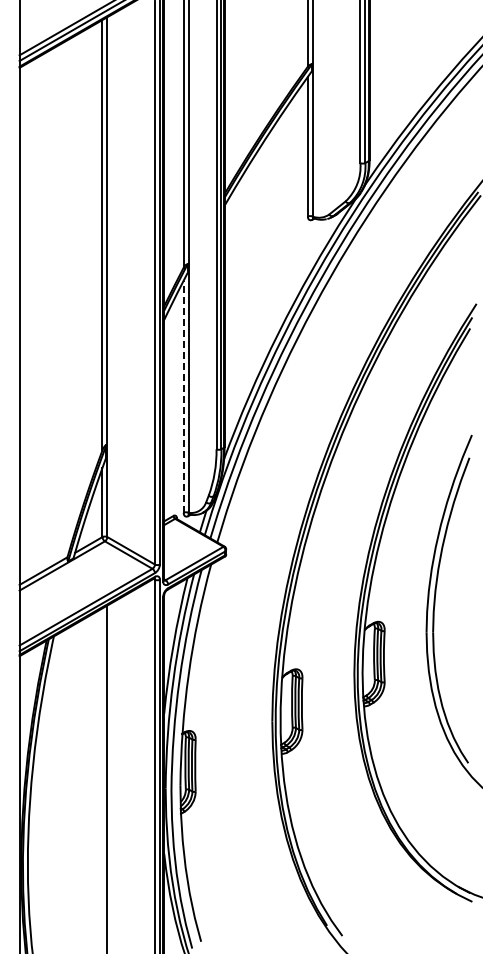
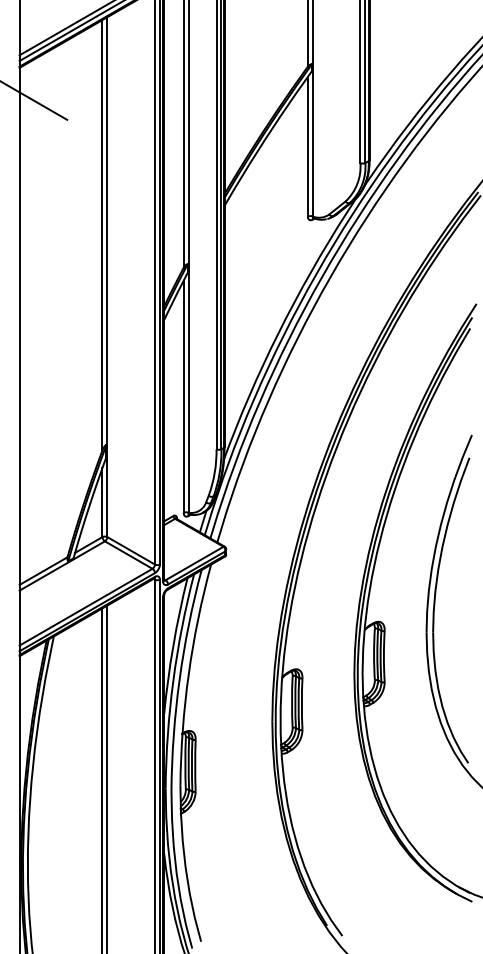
line at (35, 101): none -> present
line at (183, 396): dashed -> solid
line at (102, 779): none -> present
